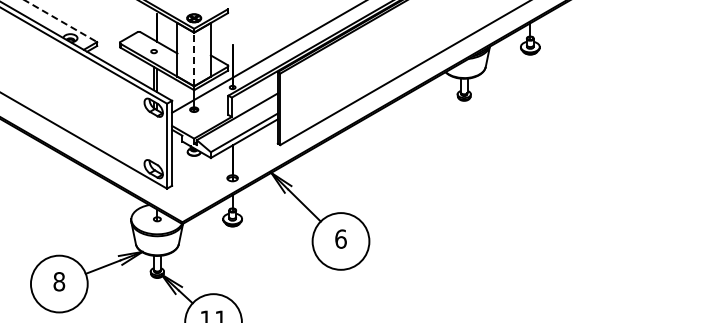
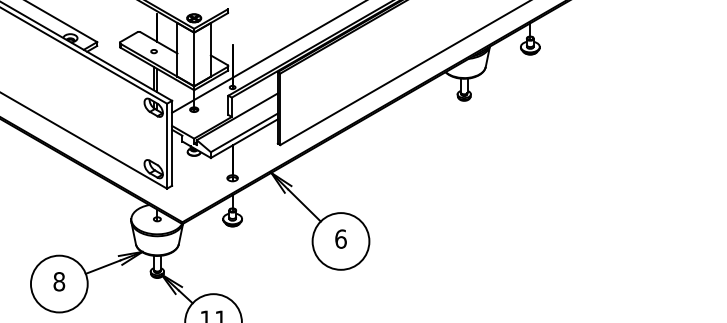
line at (60, 21): dashed -> solid
line at (194, 59): dashed -> solid
